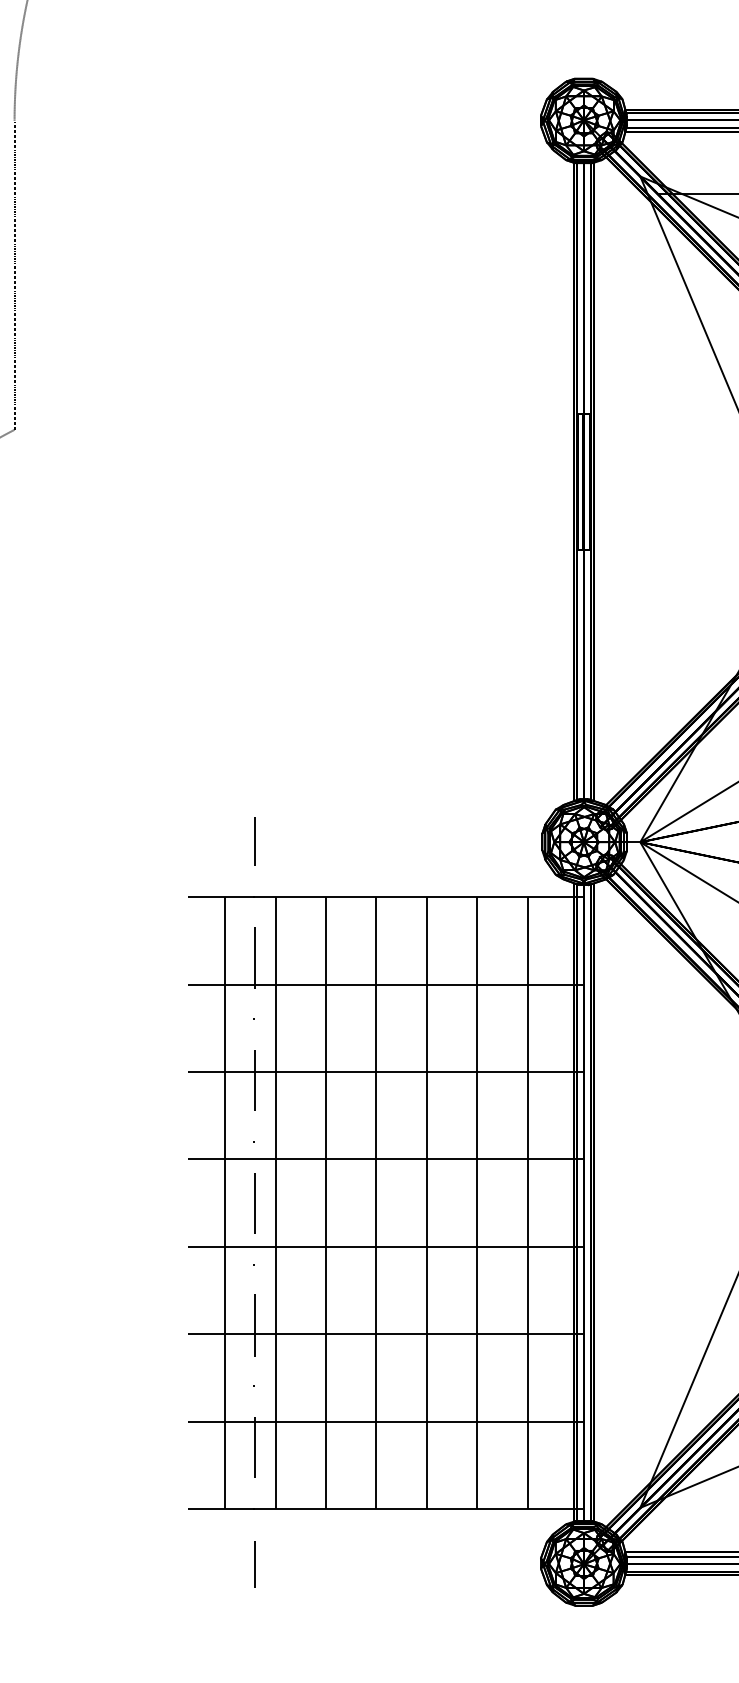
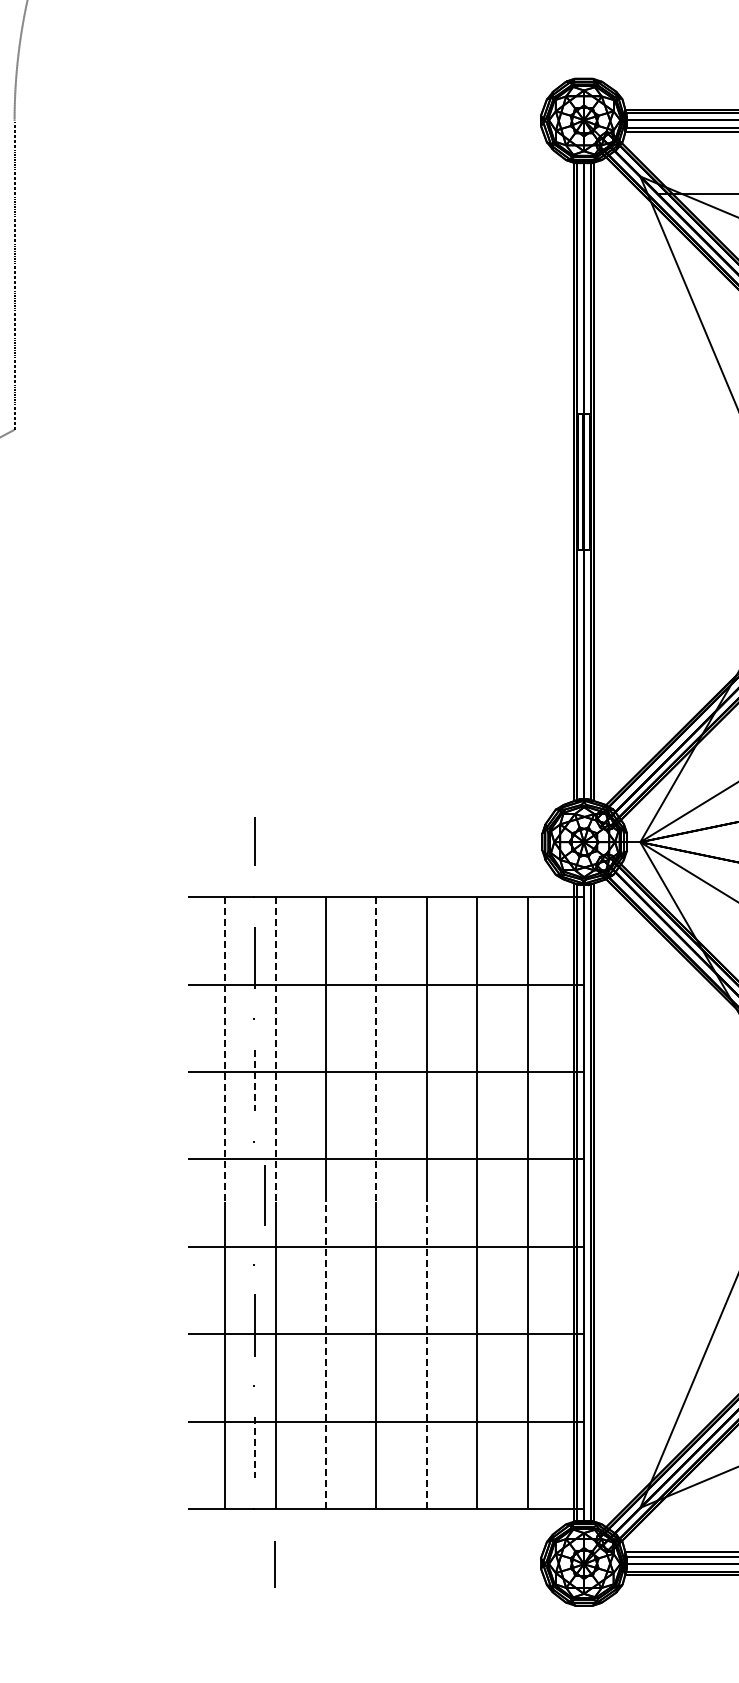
line at (225, 1049): solid -> dashed
line at (275, 1049): solid -> dashed
line at (376, 1049): solid -> dashed
line at (254, 1080): solid -> dashed
line at (254, 1203) position: (254, 1203) -> (264, 1195)
line at (326, 1355): solid -> dashed
line at (426, 1355): solid -> dashed
line at (254, 1448): solid -> dashed
line at (254, 1564) position: (254, 1564) -> (274, 1564)
